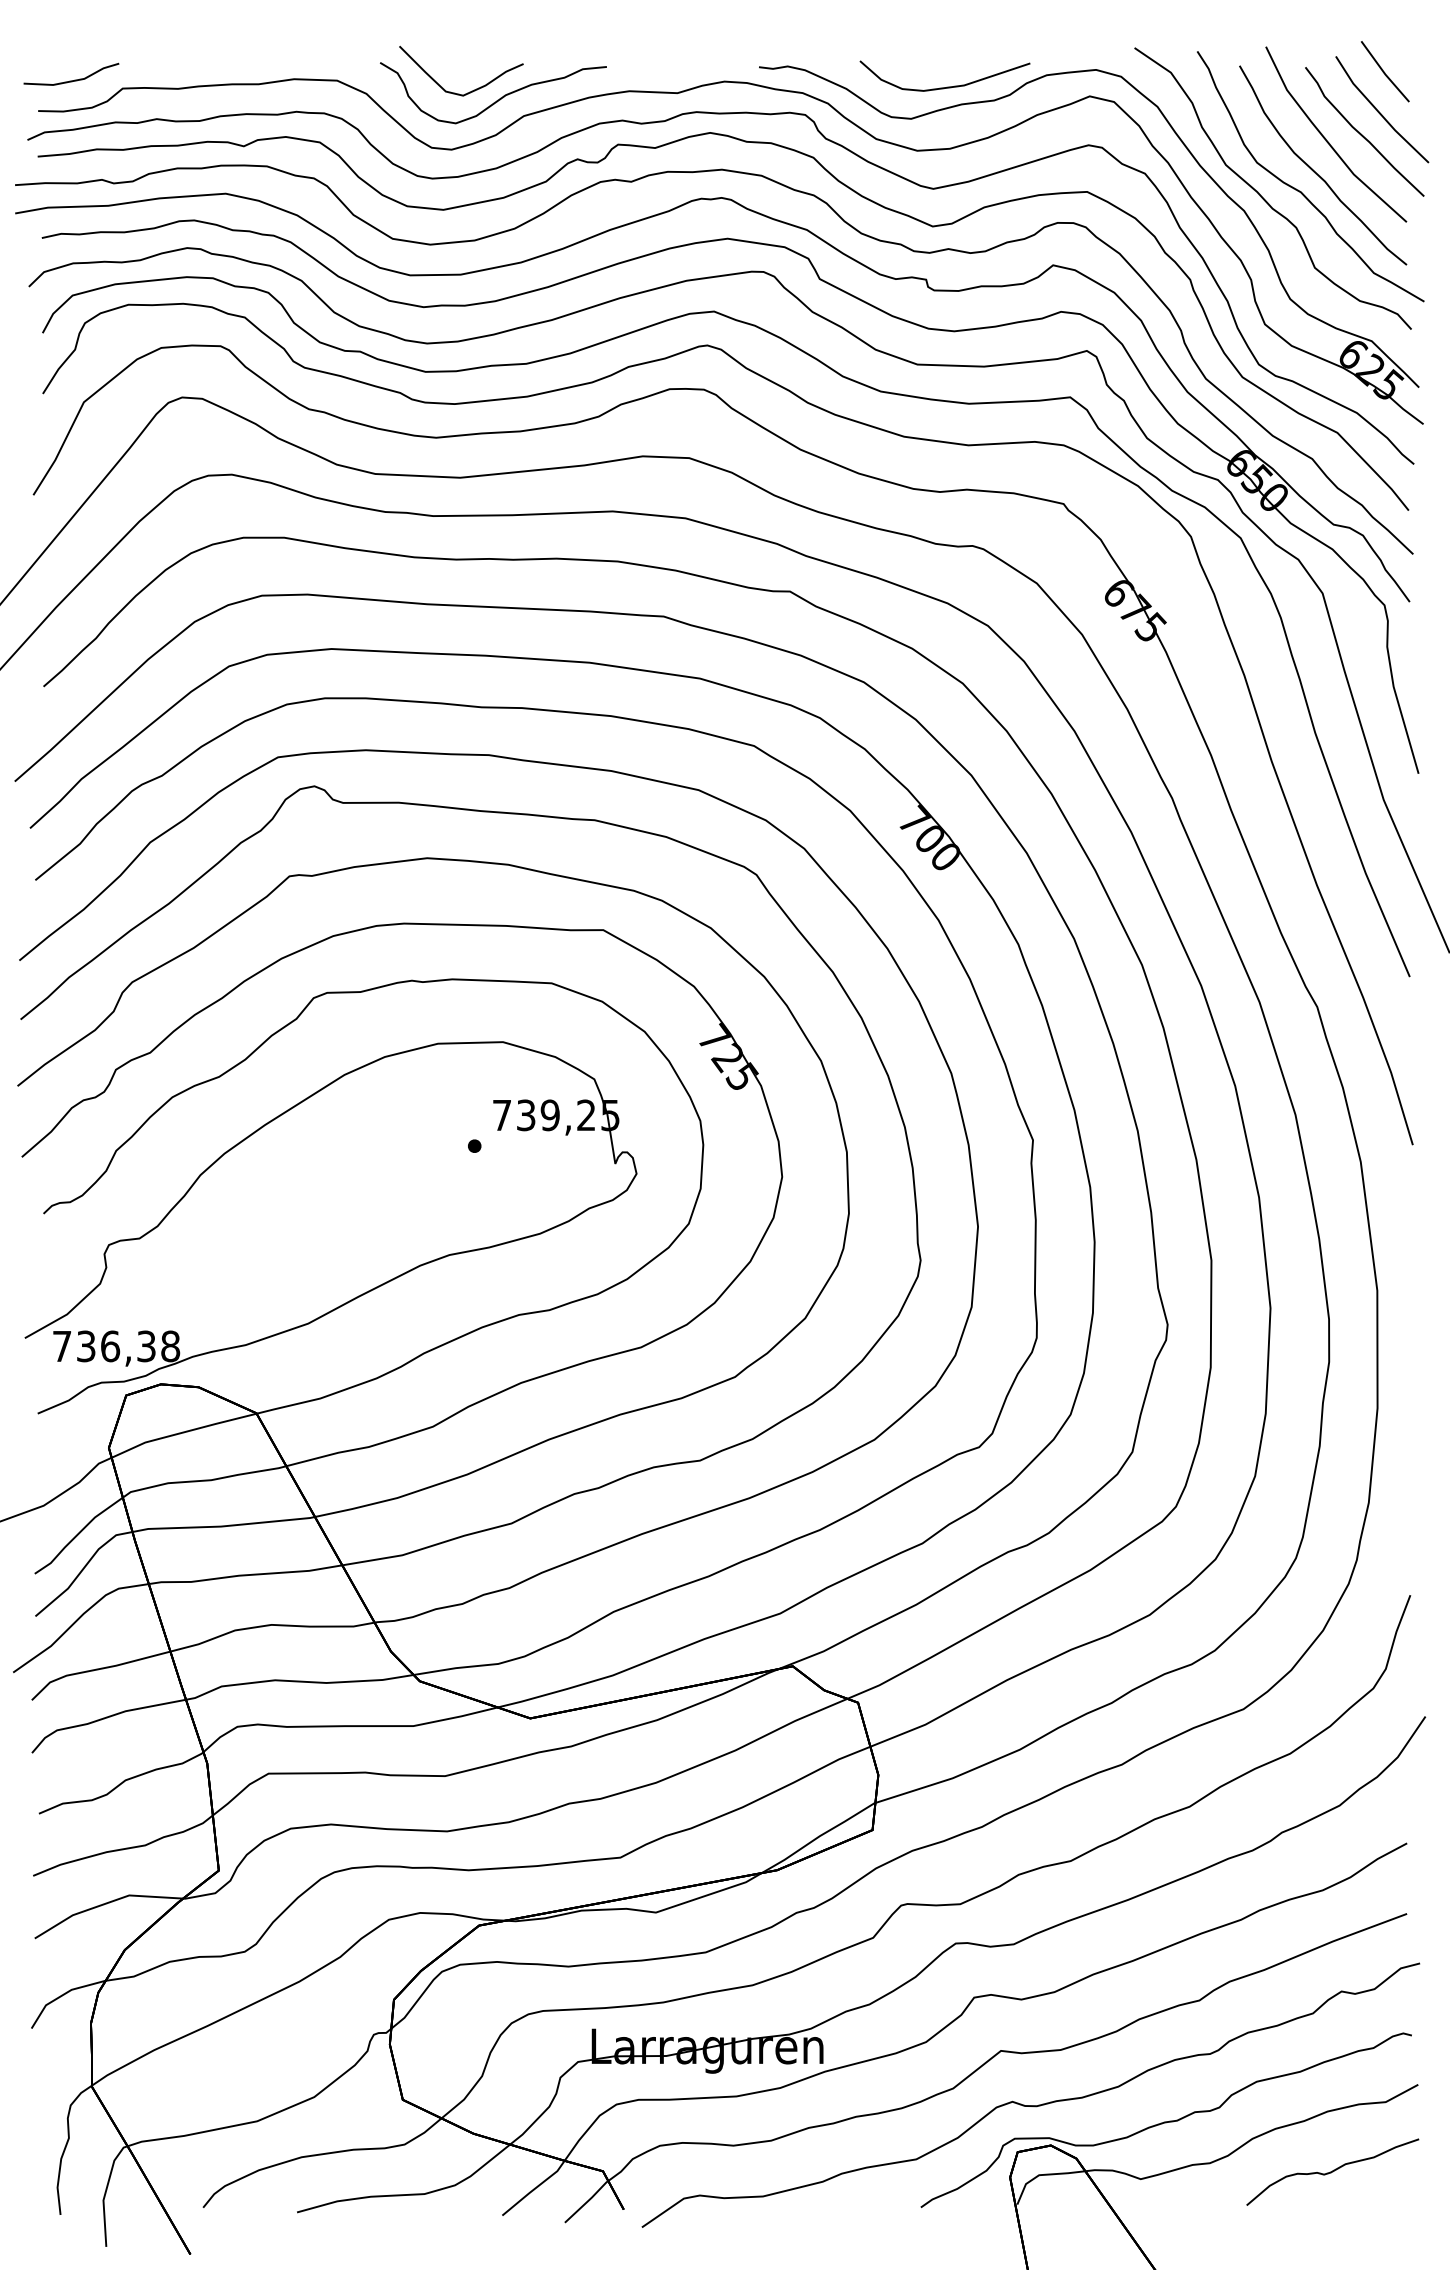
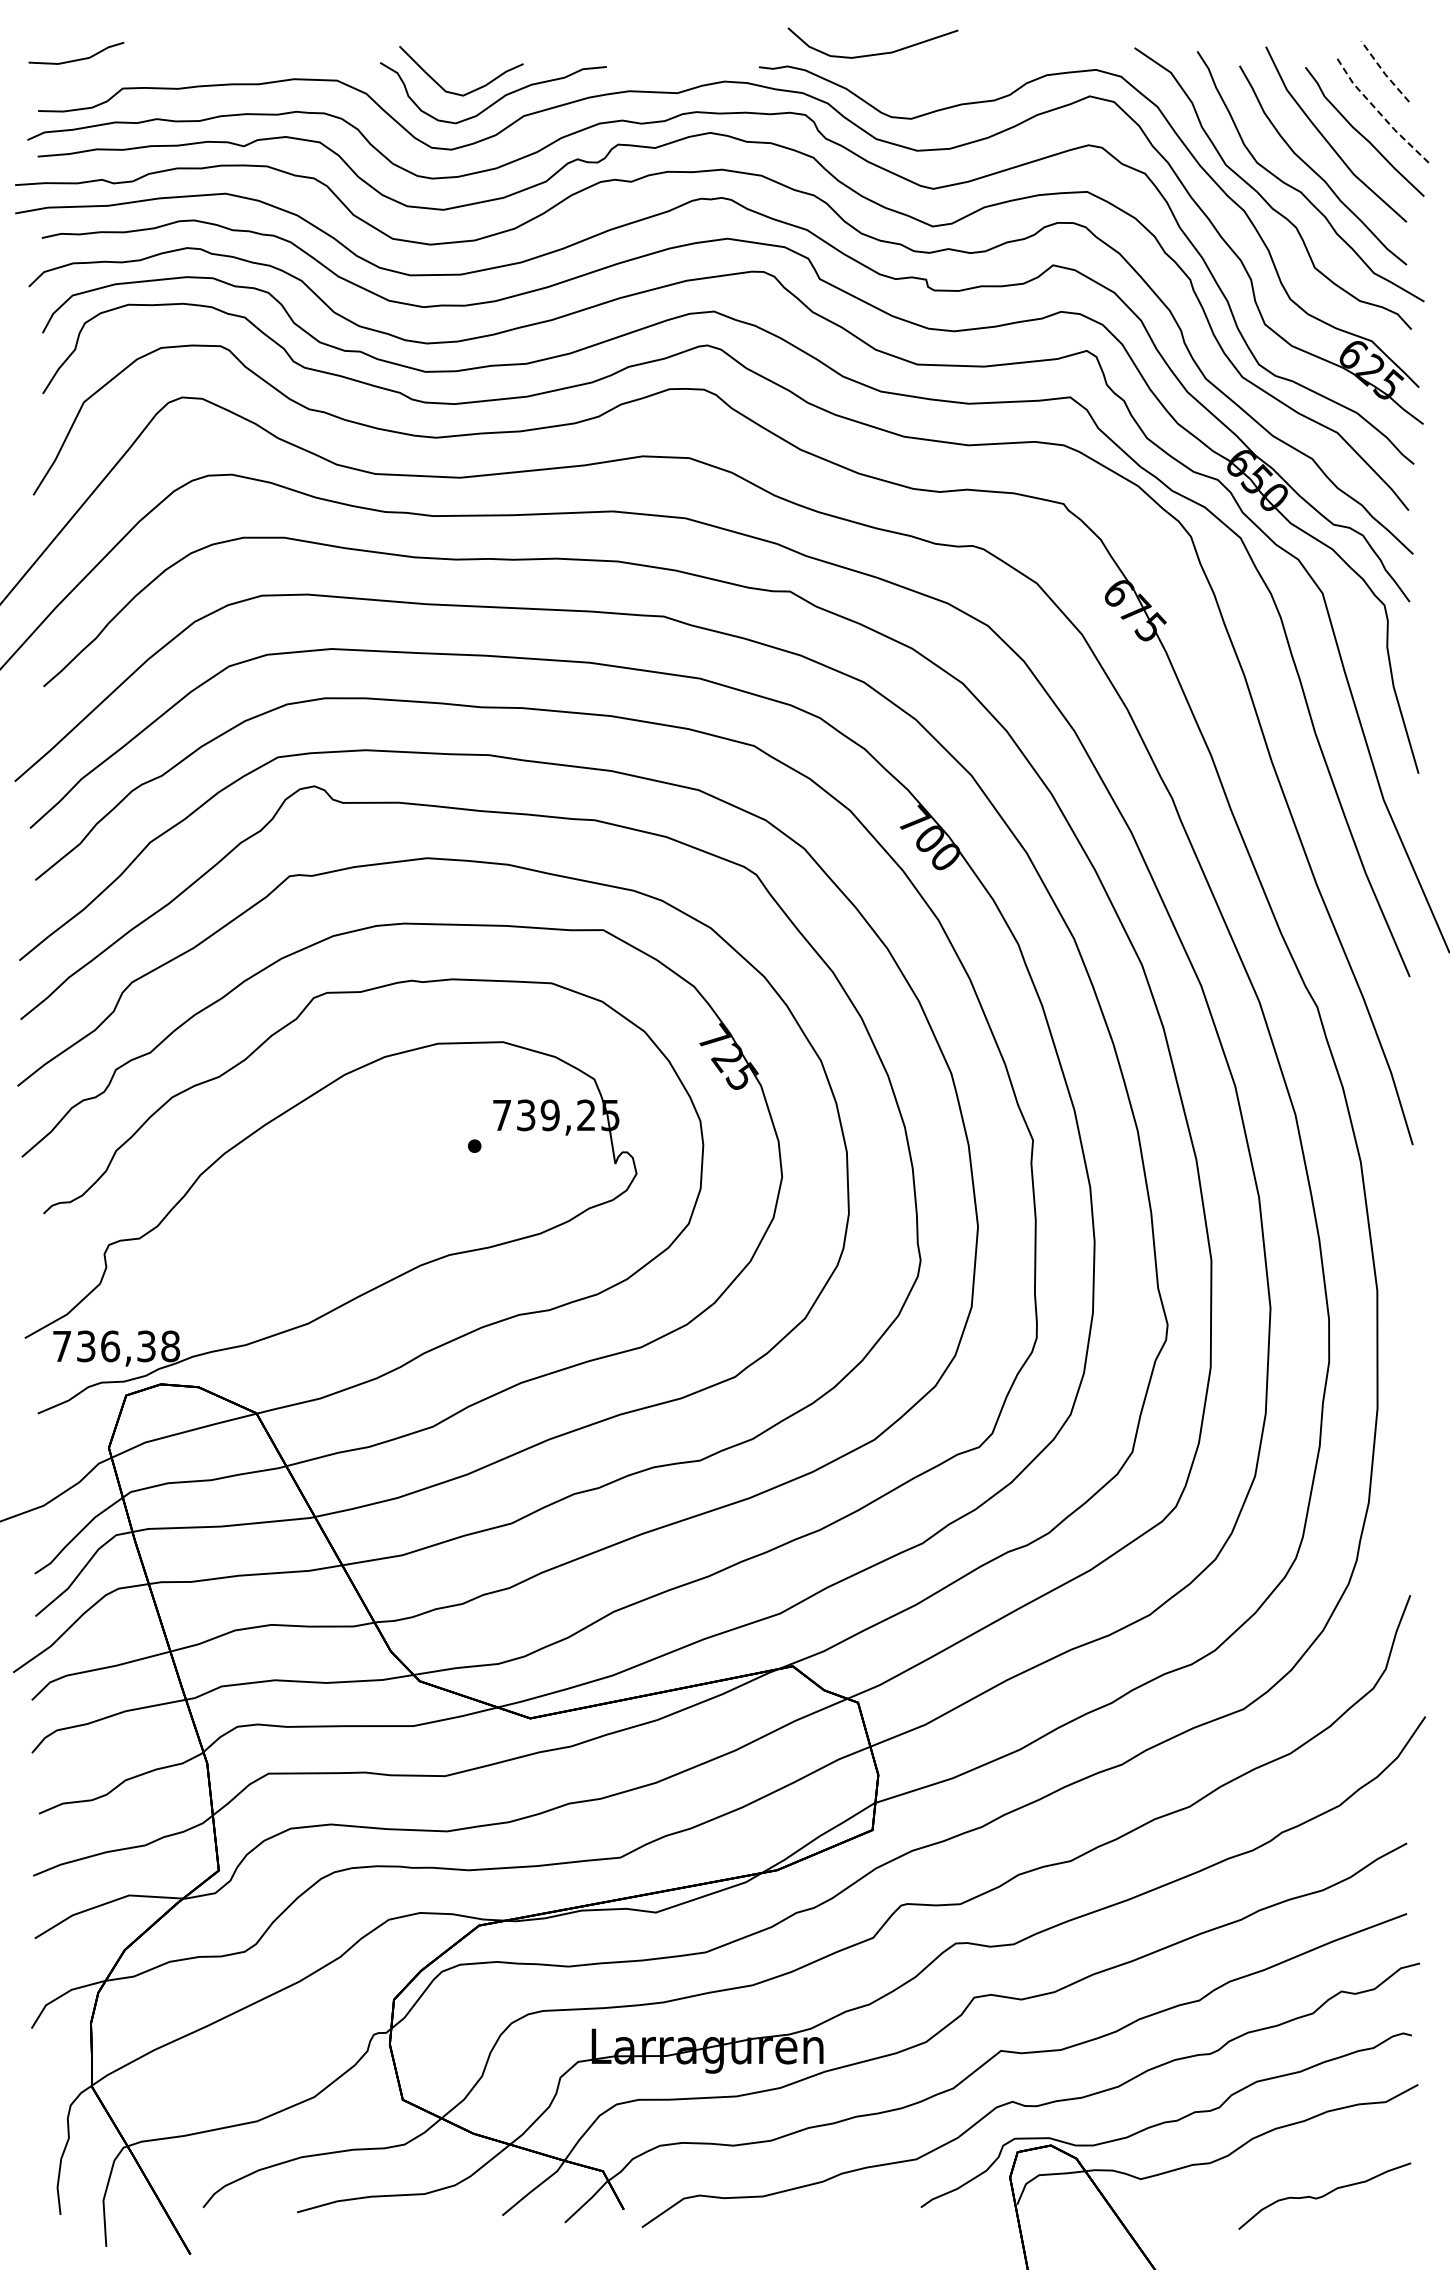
line at (1384, 72): solid -> dashed
line at (74, 79) position: (74, 79) -> (79, 58)
curve at (947, 86) position: (947, 86) -> (875, 53)
line at (1378, 111): solid -> dashed
curve at (1332, 2171) position: (1332, 2171) -> (1324, 2195)
